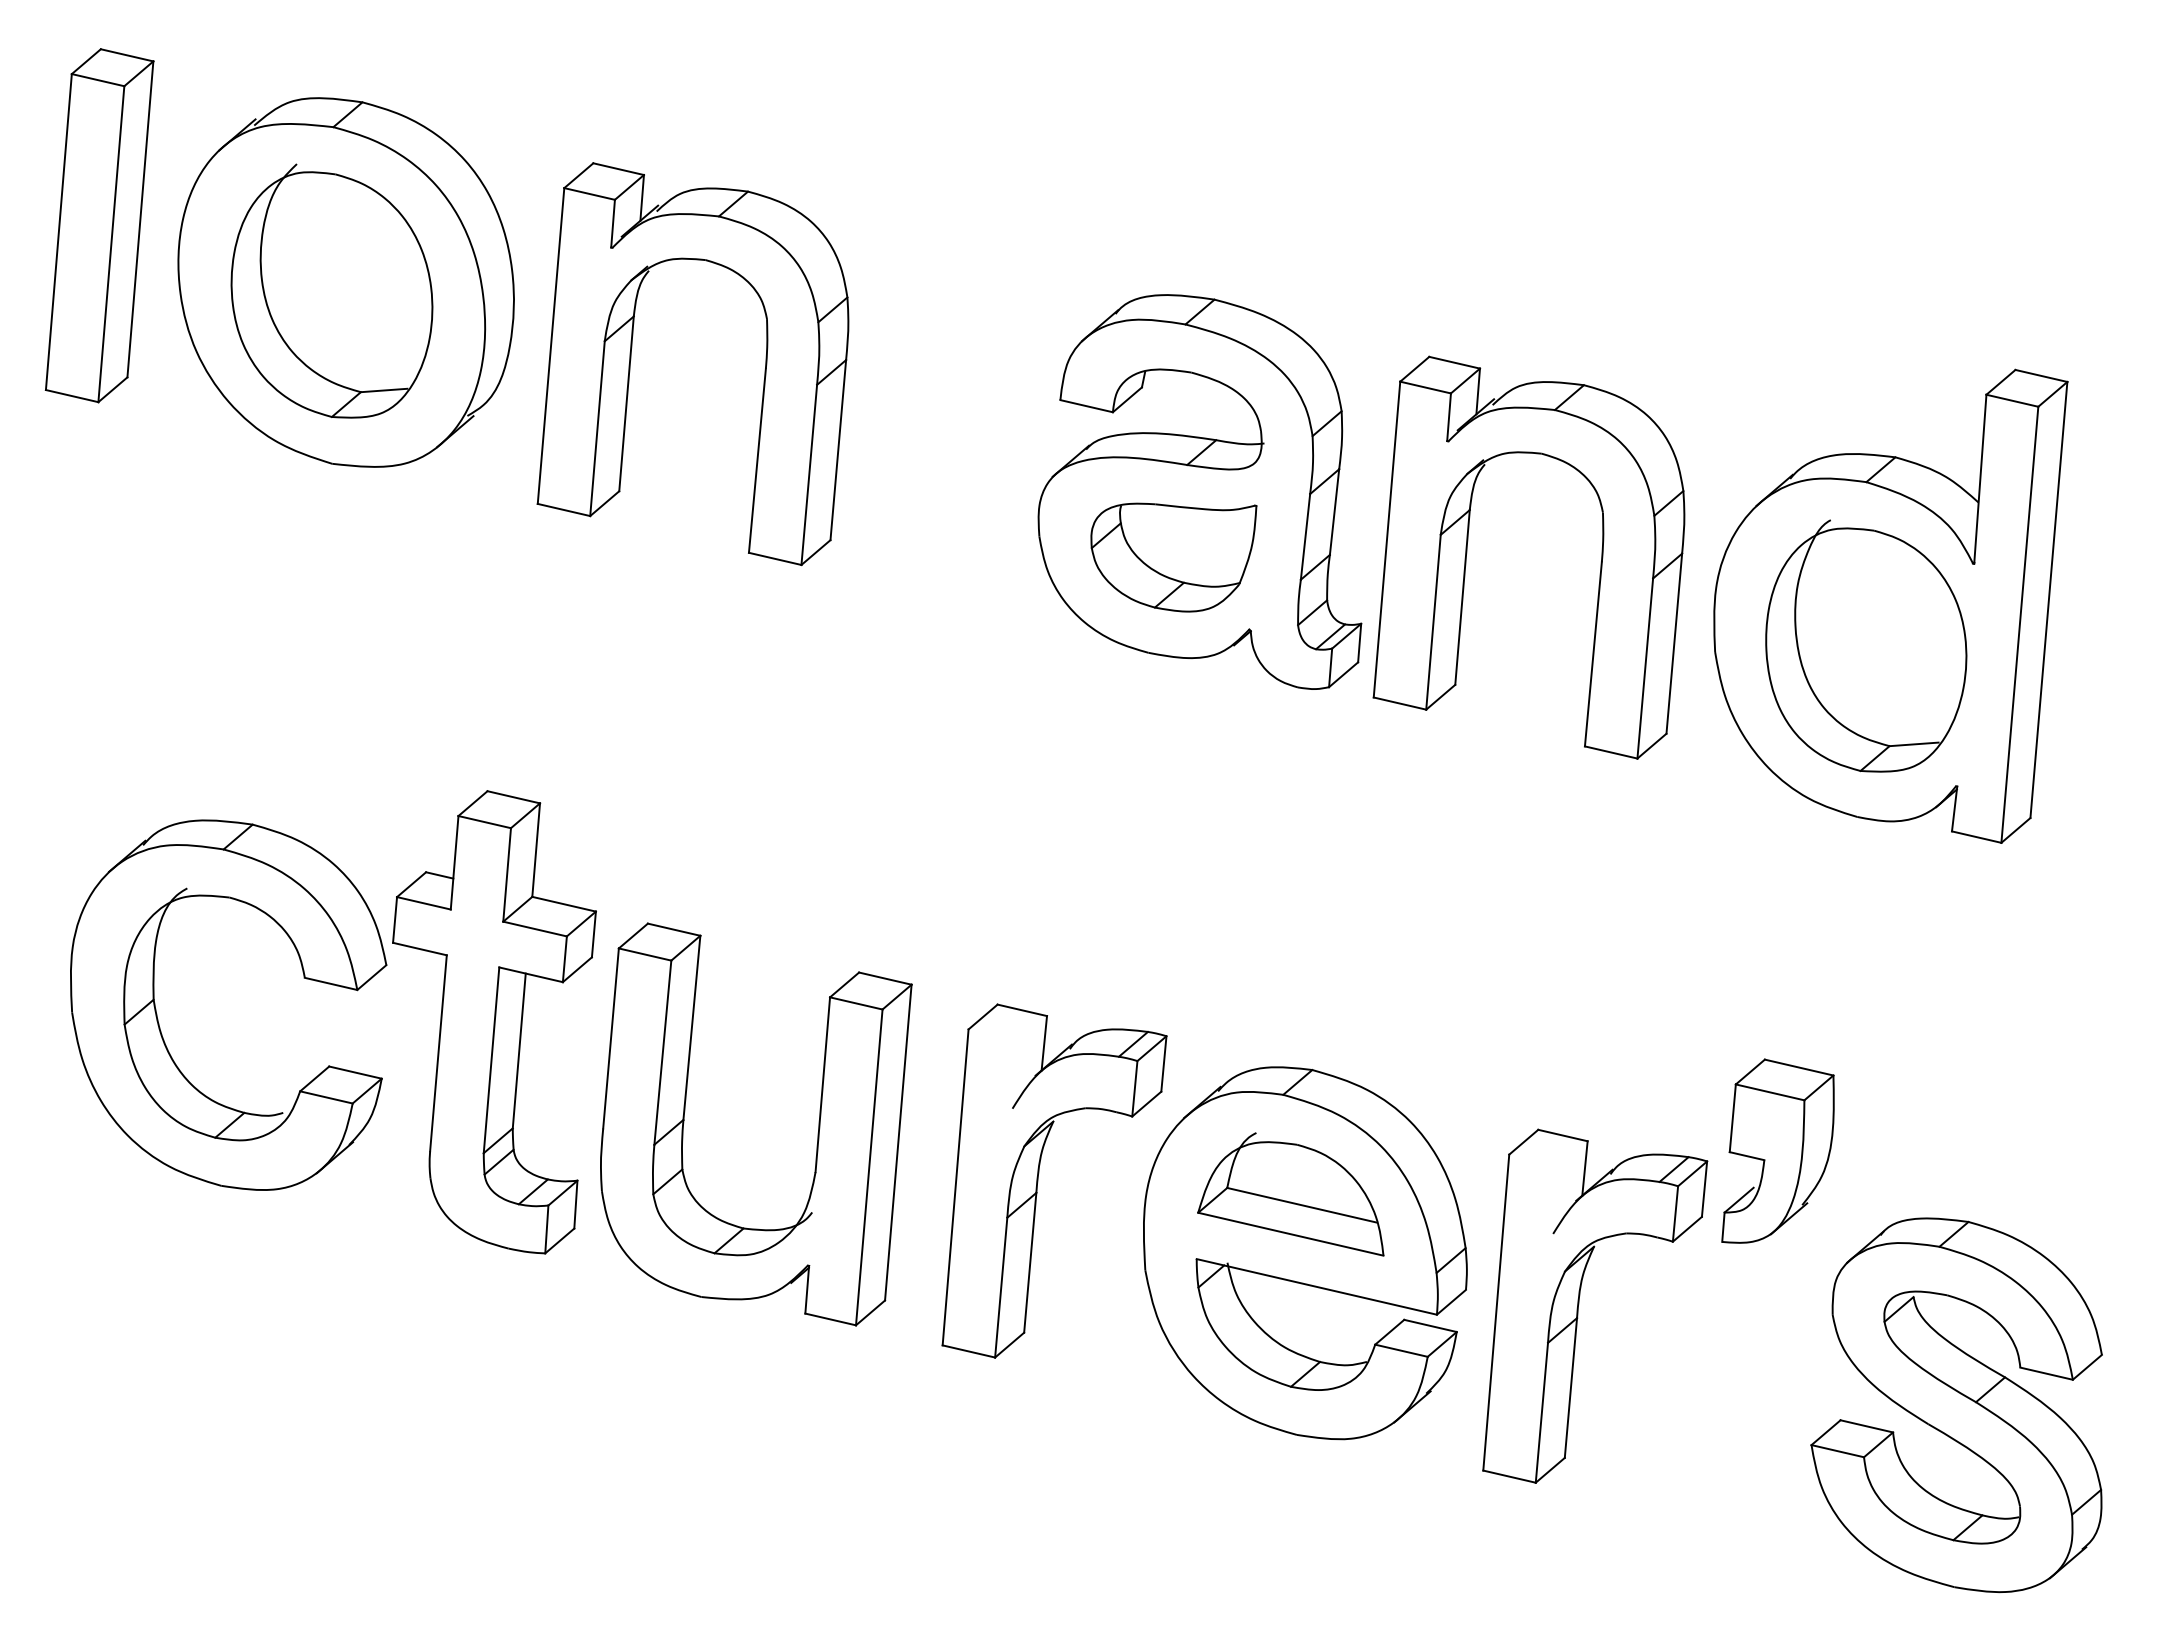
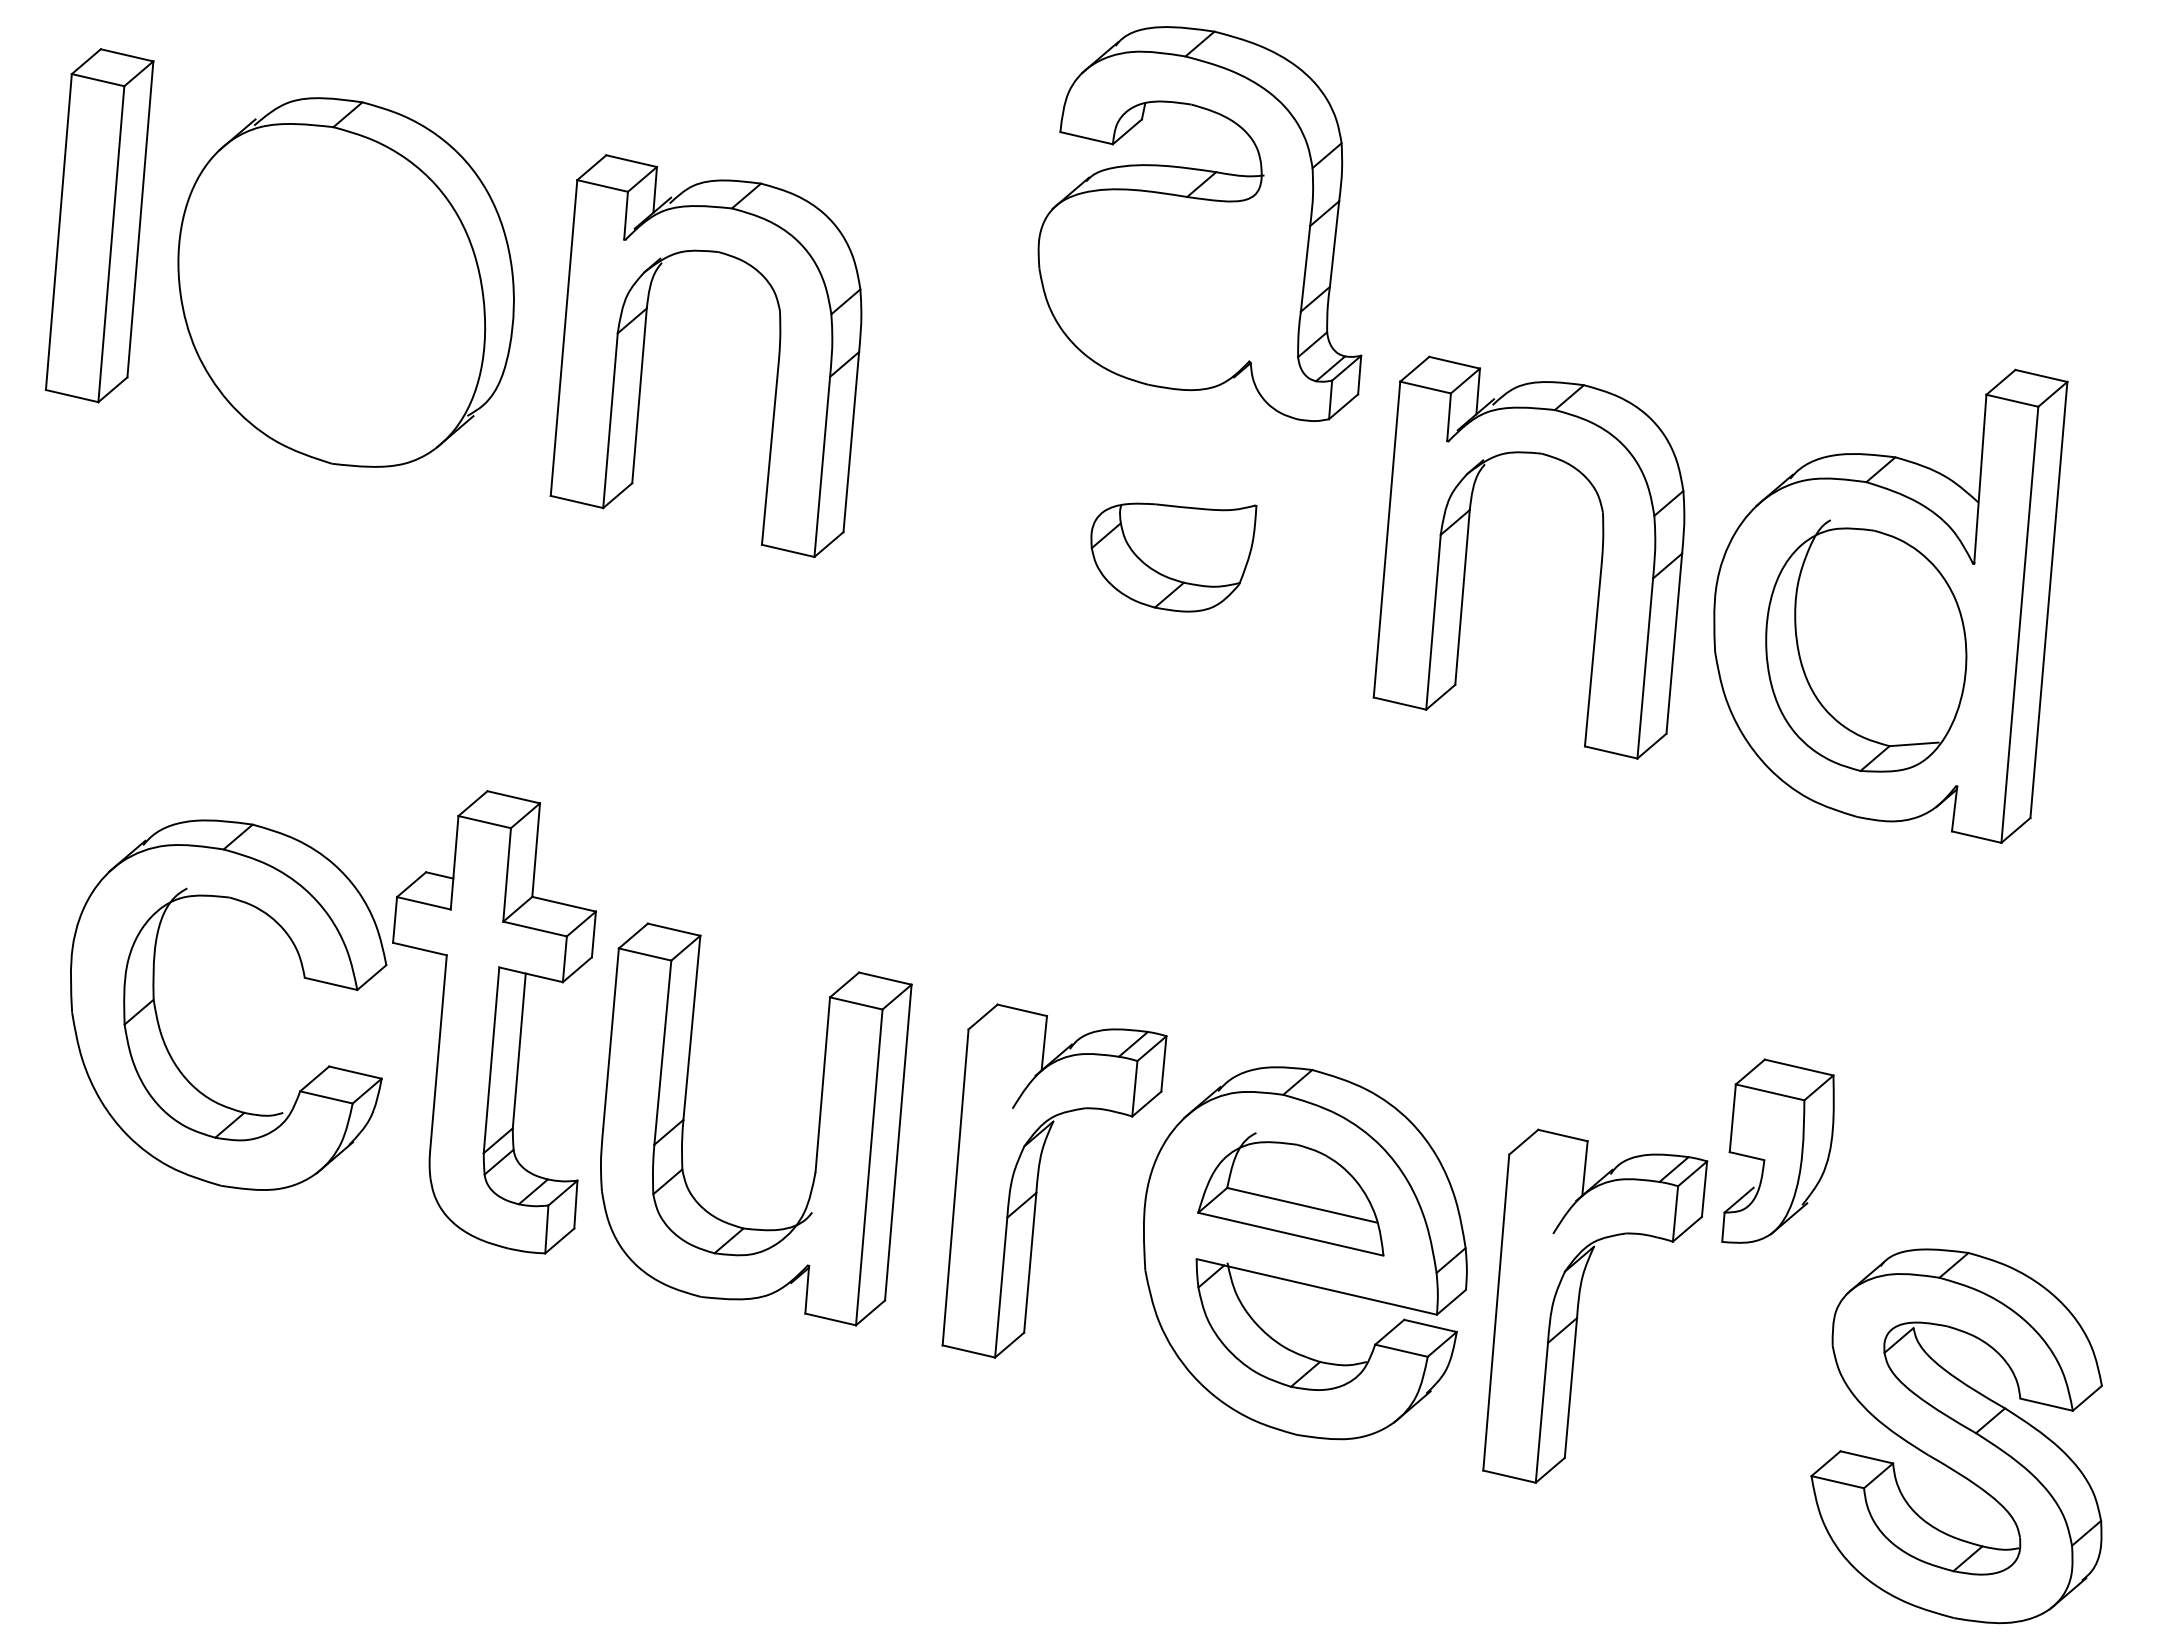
part at (331, 290): present -> none
part at (631, 359) position: (631, 359) -> (644, 351)
part at (1199, 491) position: (1199, 491) -> (1199, 223)
part at (1956, 1405) position: (1956, 1405) -> (1956, 1436)
